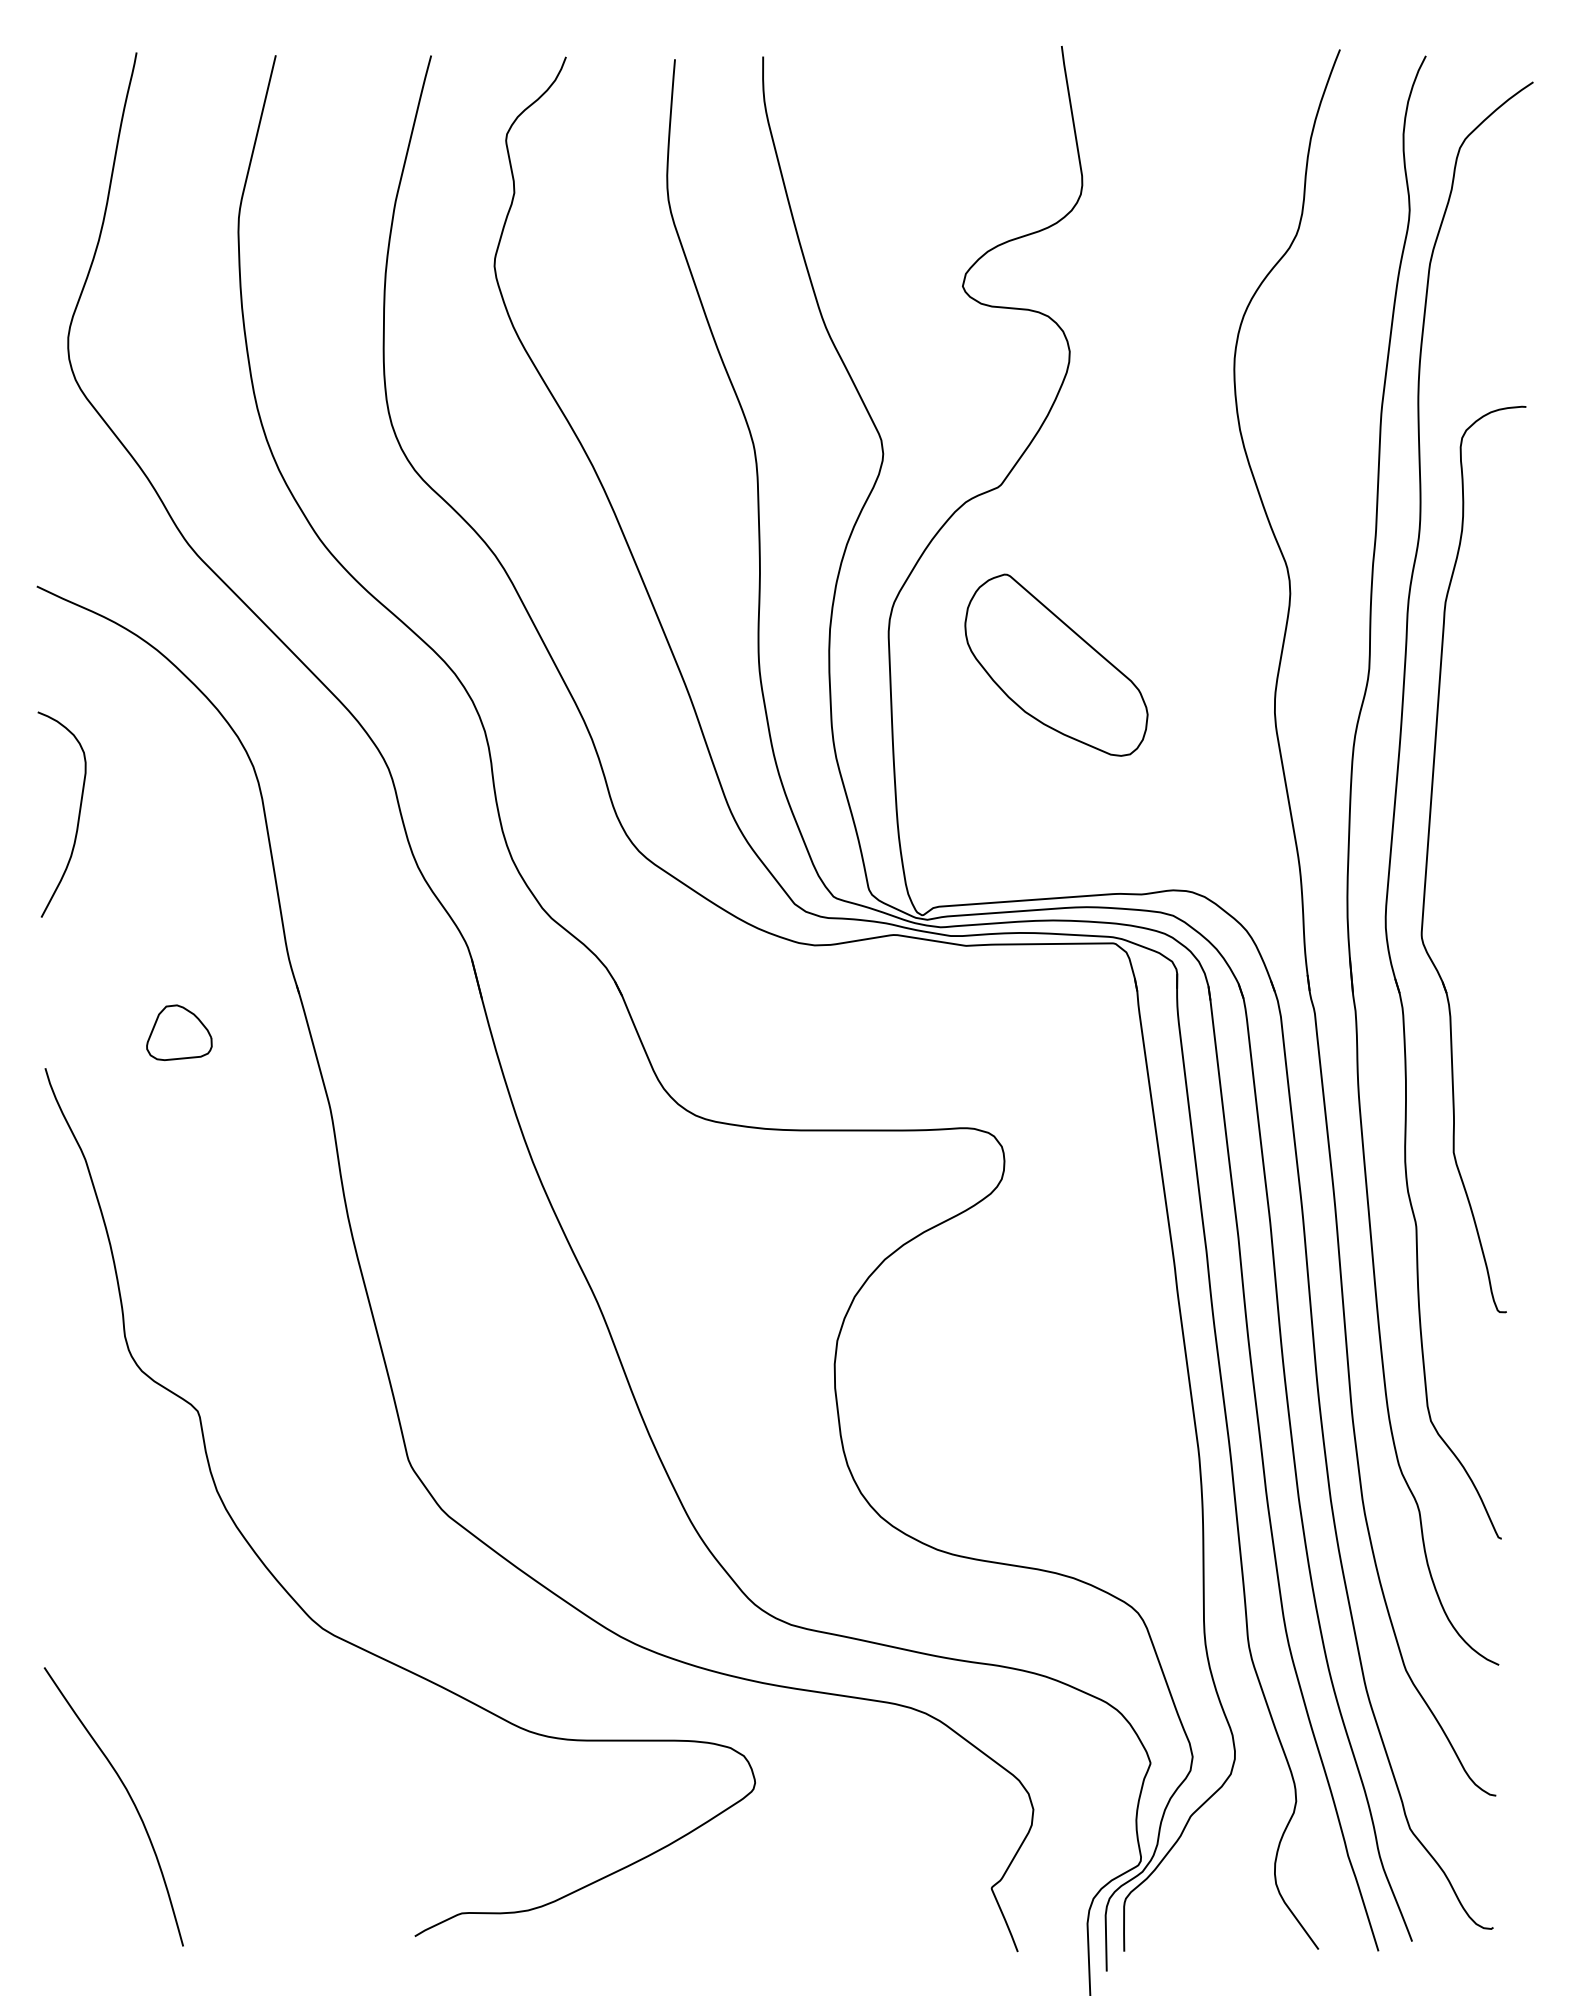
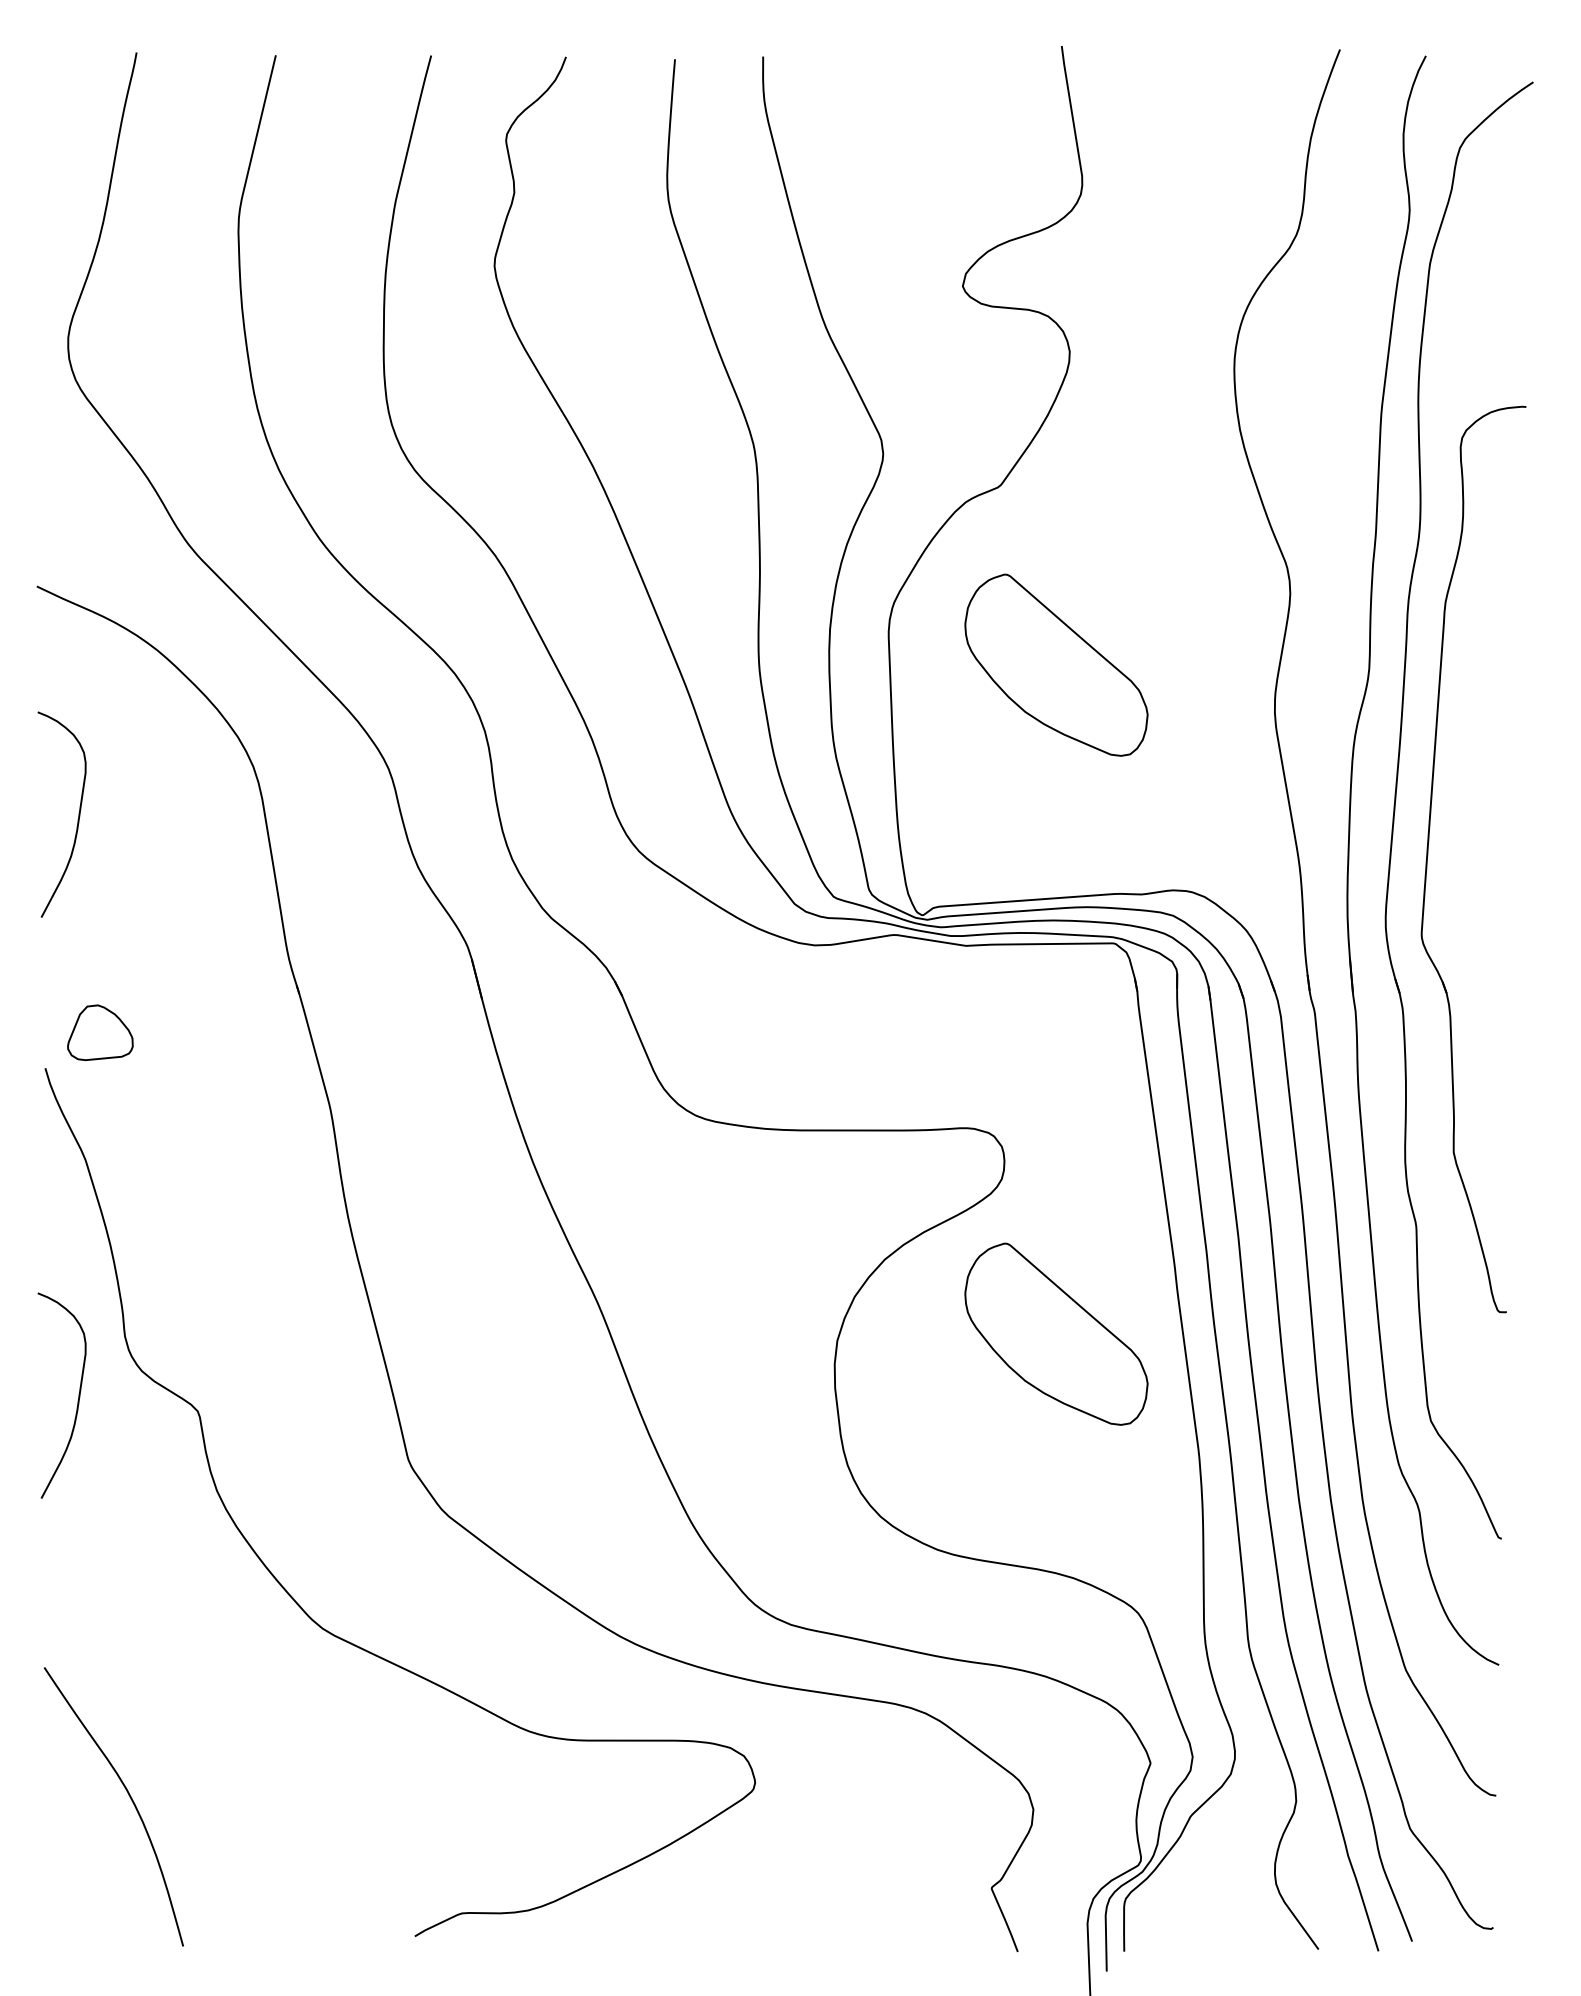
part at (179, 1032) position: (179, 1032) -> (100, 1032)
part at (1056, 1333): none -> present
curve at (77, 1400): none -> present
